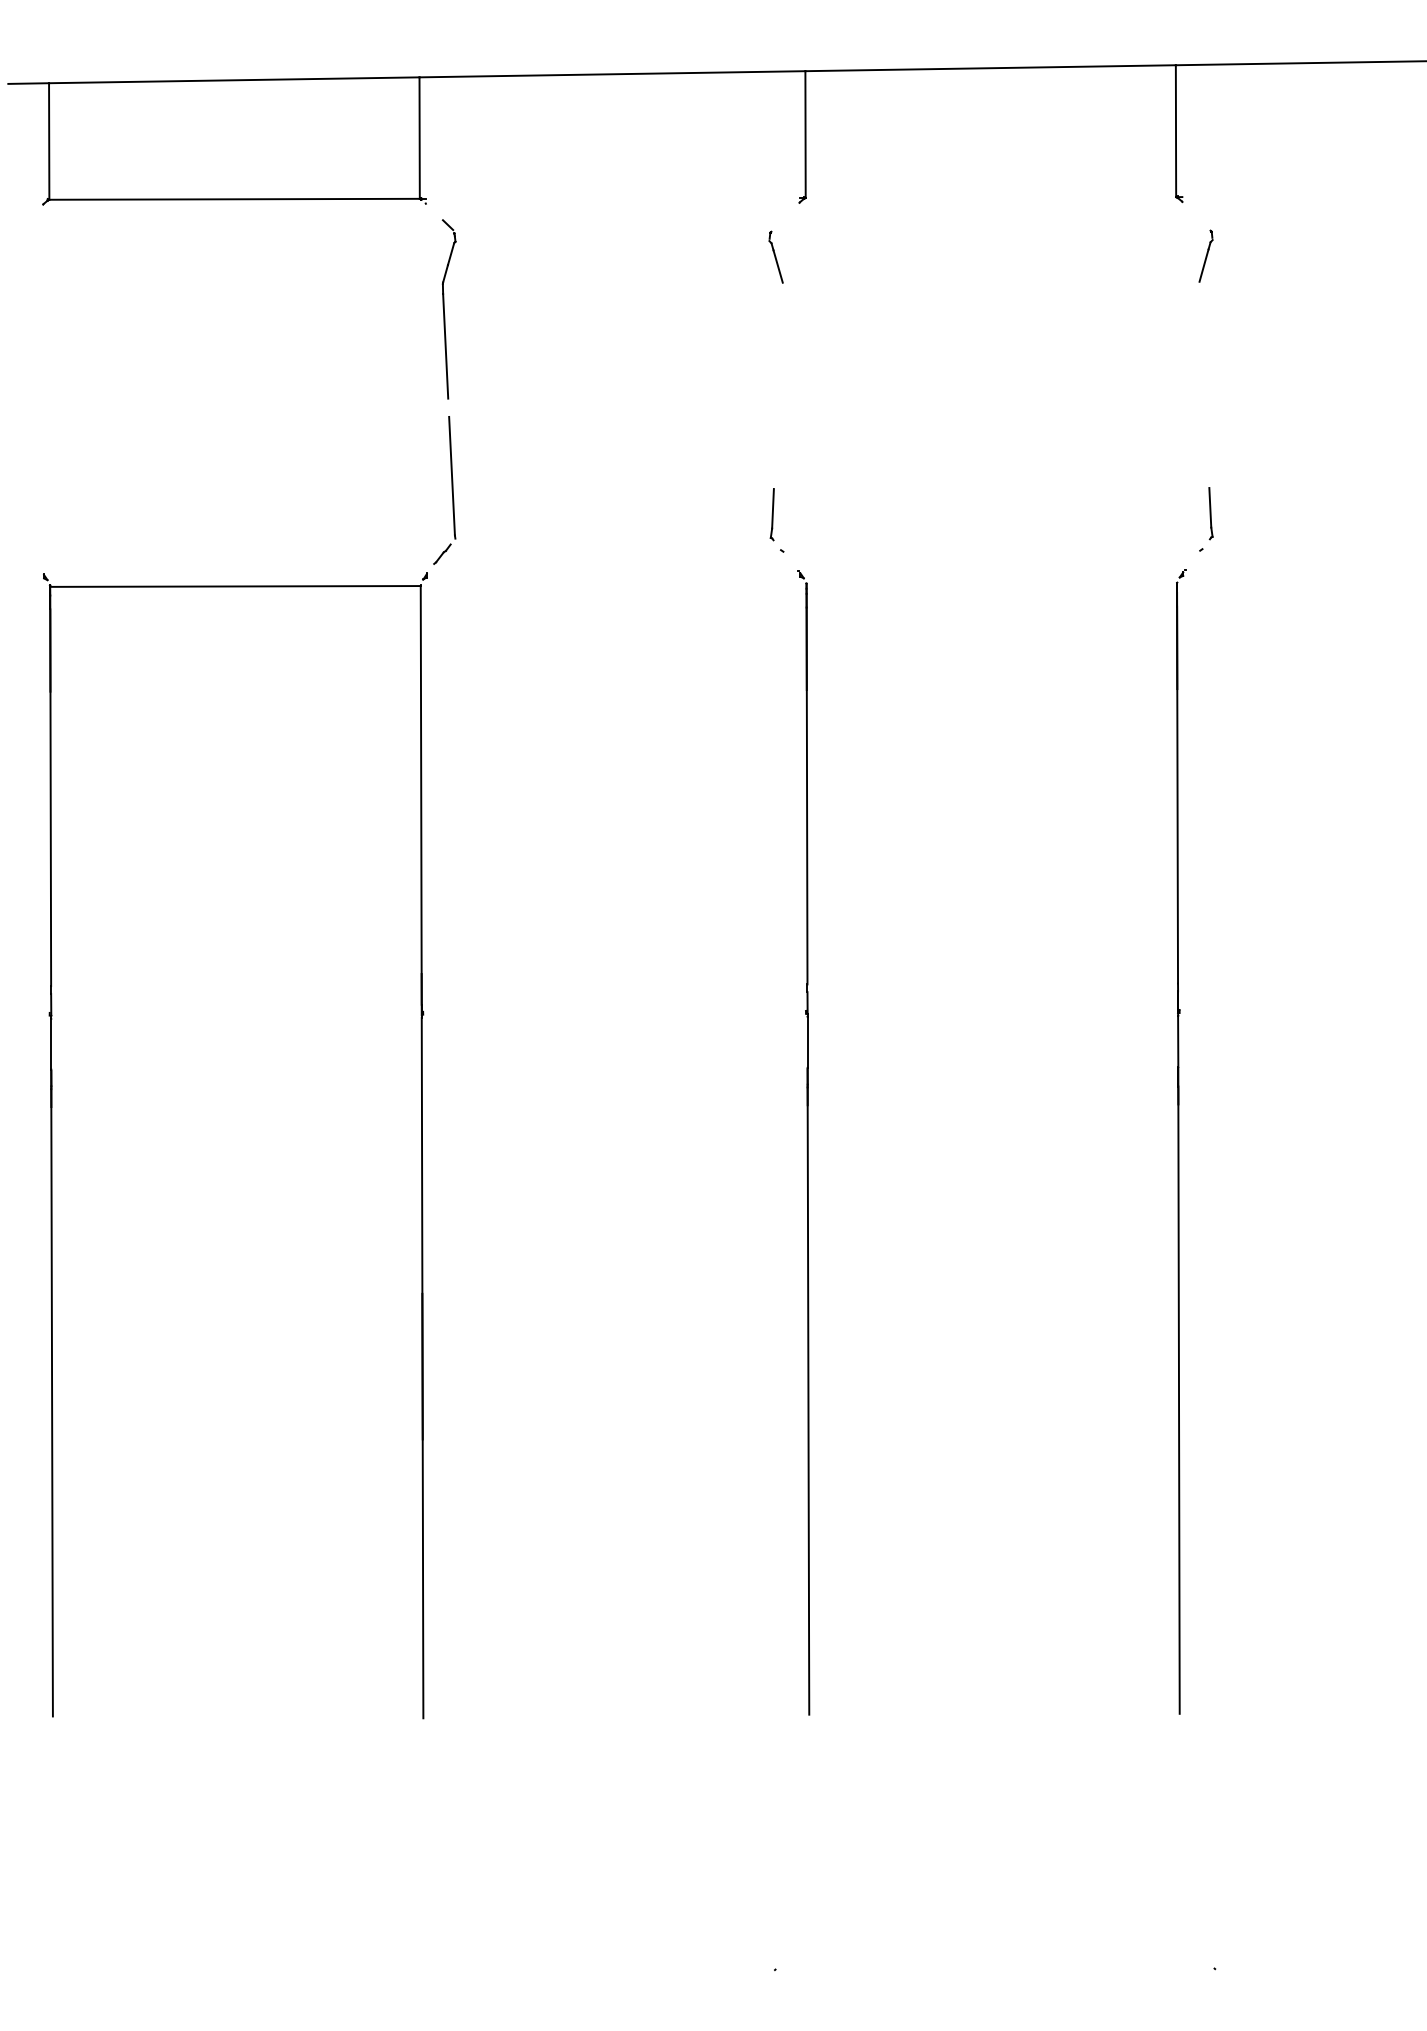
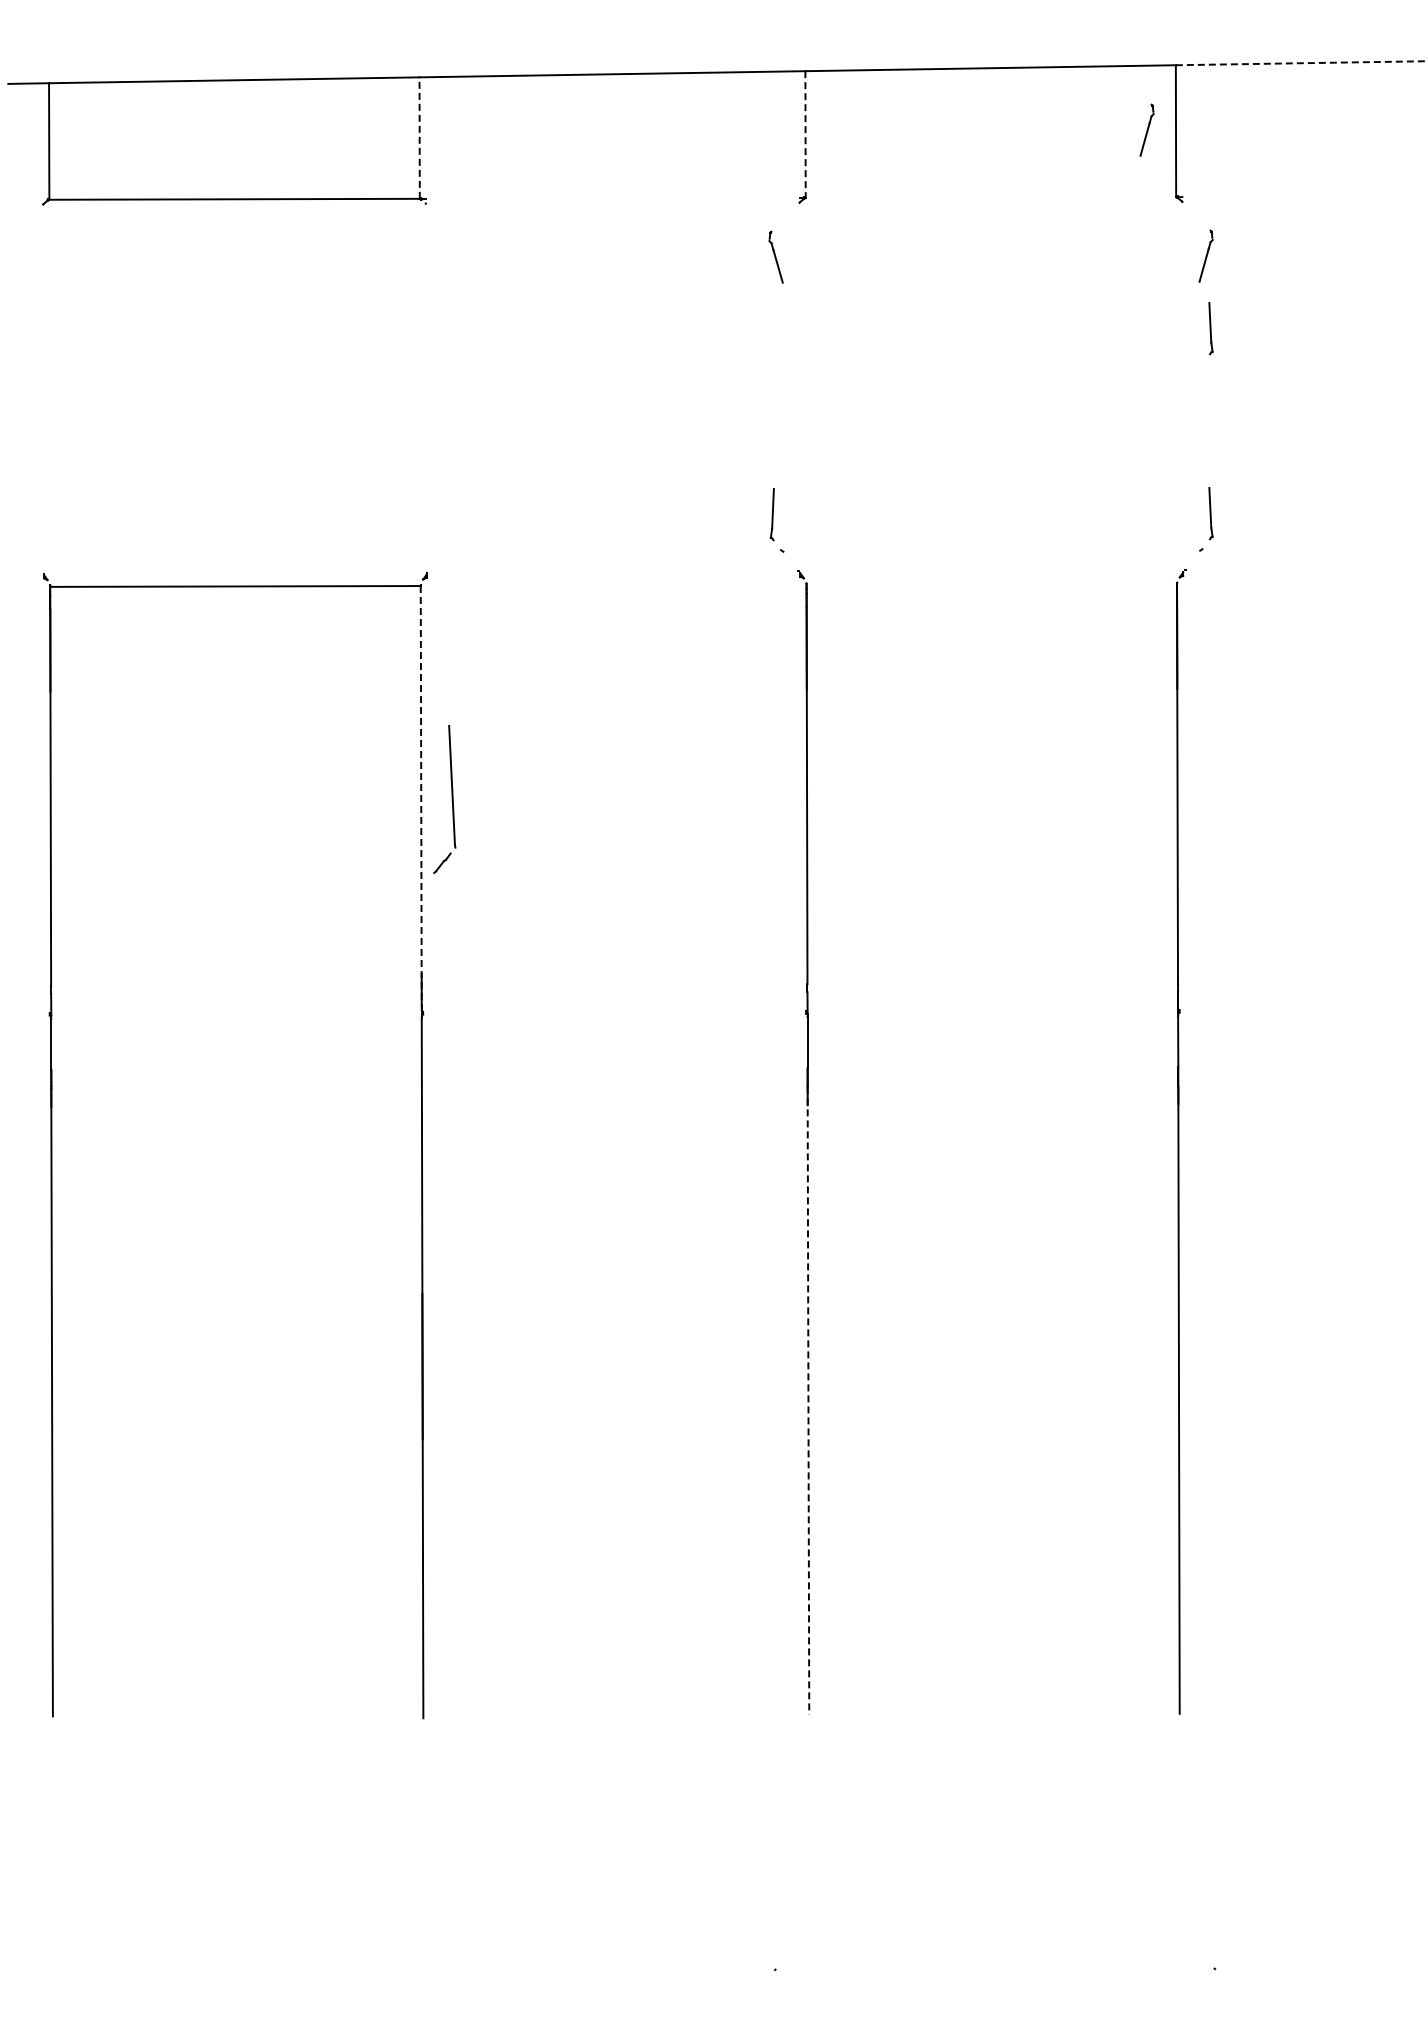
line at (1301, 63): solid -> dashed
part at (1146, 129): none -> present
line at (805, 135): solid -> dashed
line at (419, 138): solid -> dashed
part at (448, 309): present -> none
part at (1210, 328): none -> present
part at (451, 490) position: (451, 490) -> (451, 799)
line at (421, 800): solid -> dashed
line at (808, 1401): solid -> dashed
